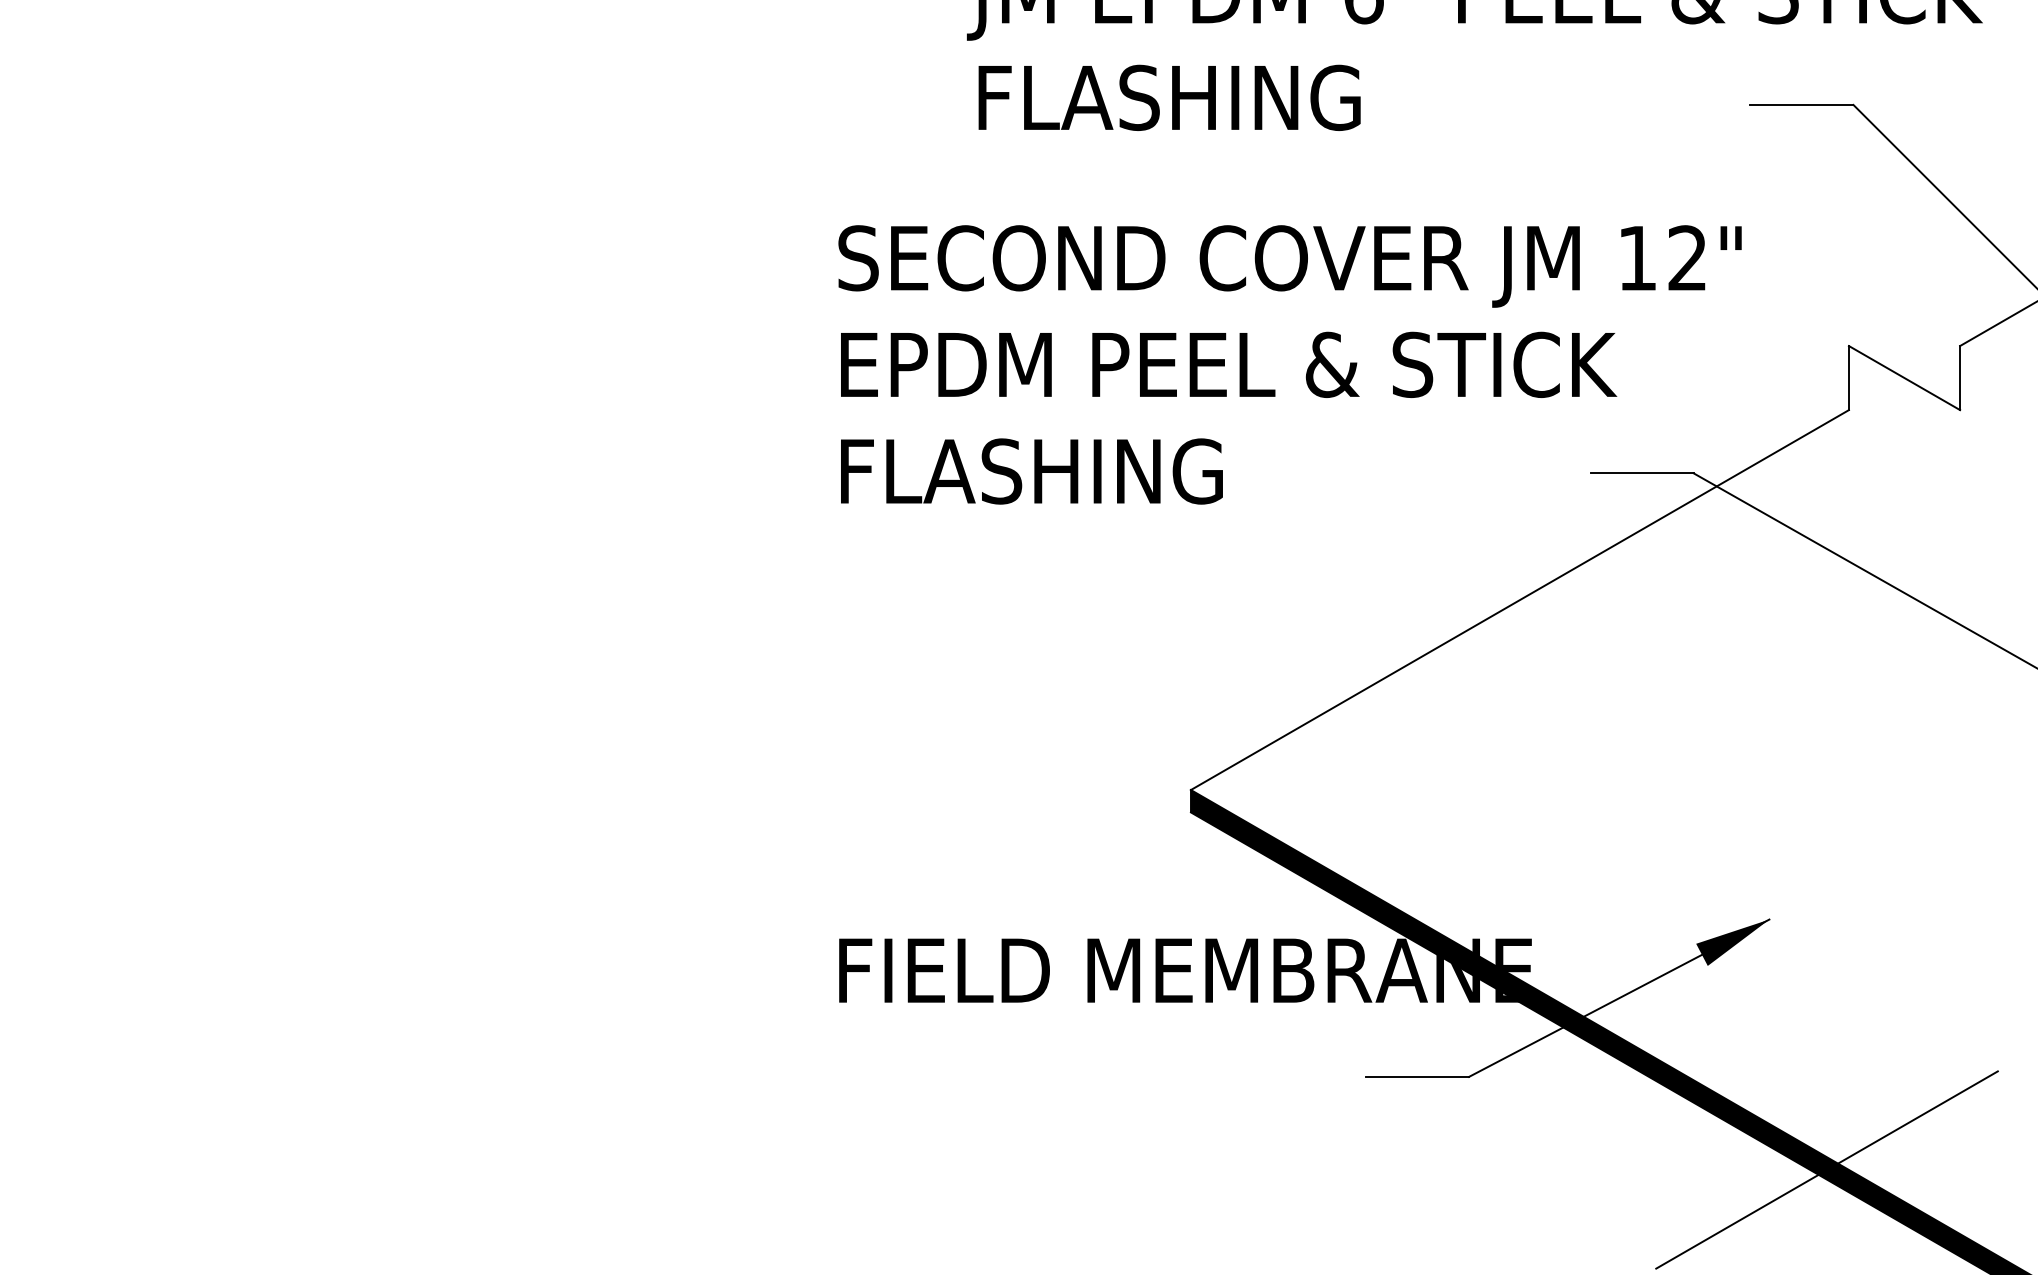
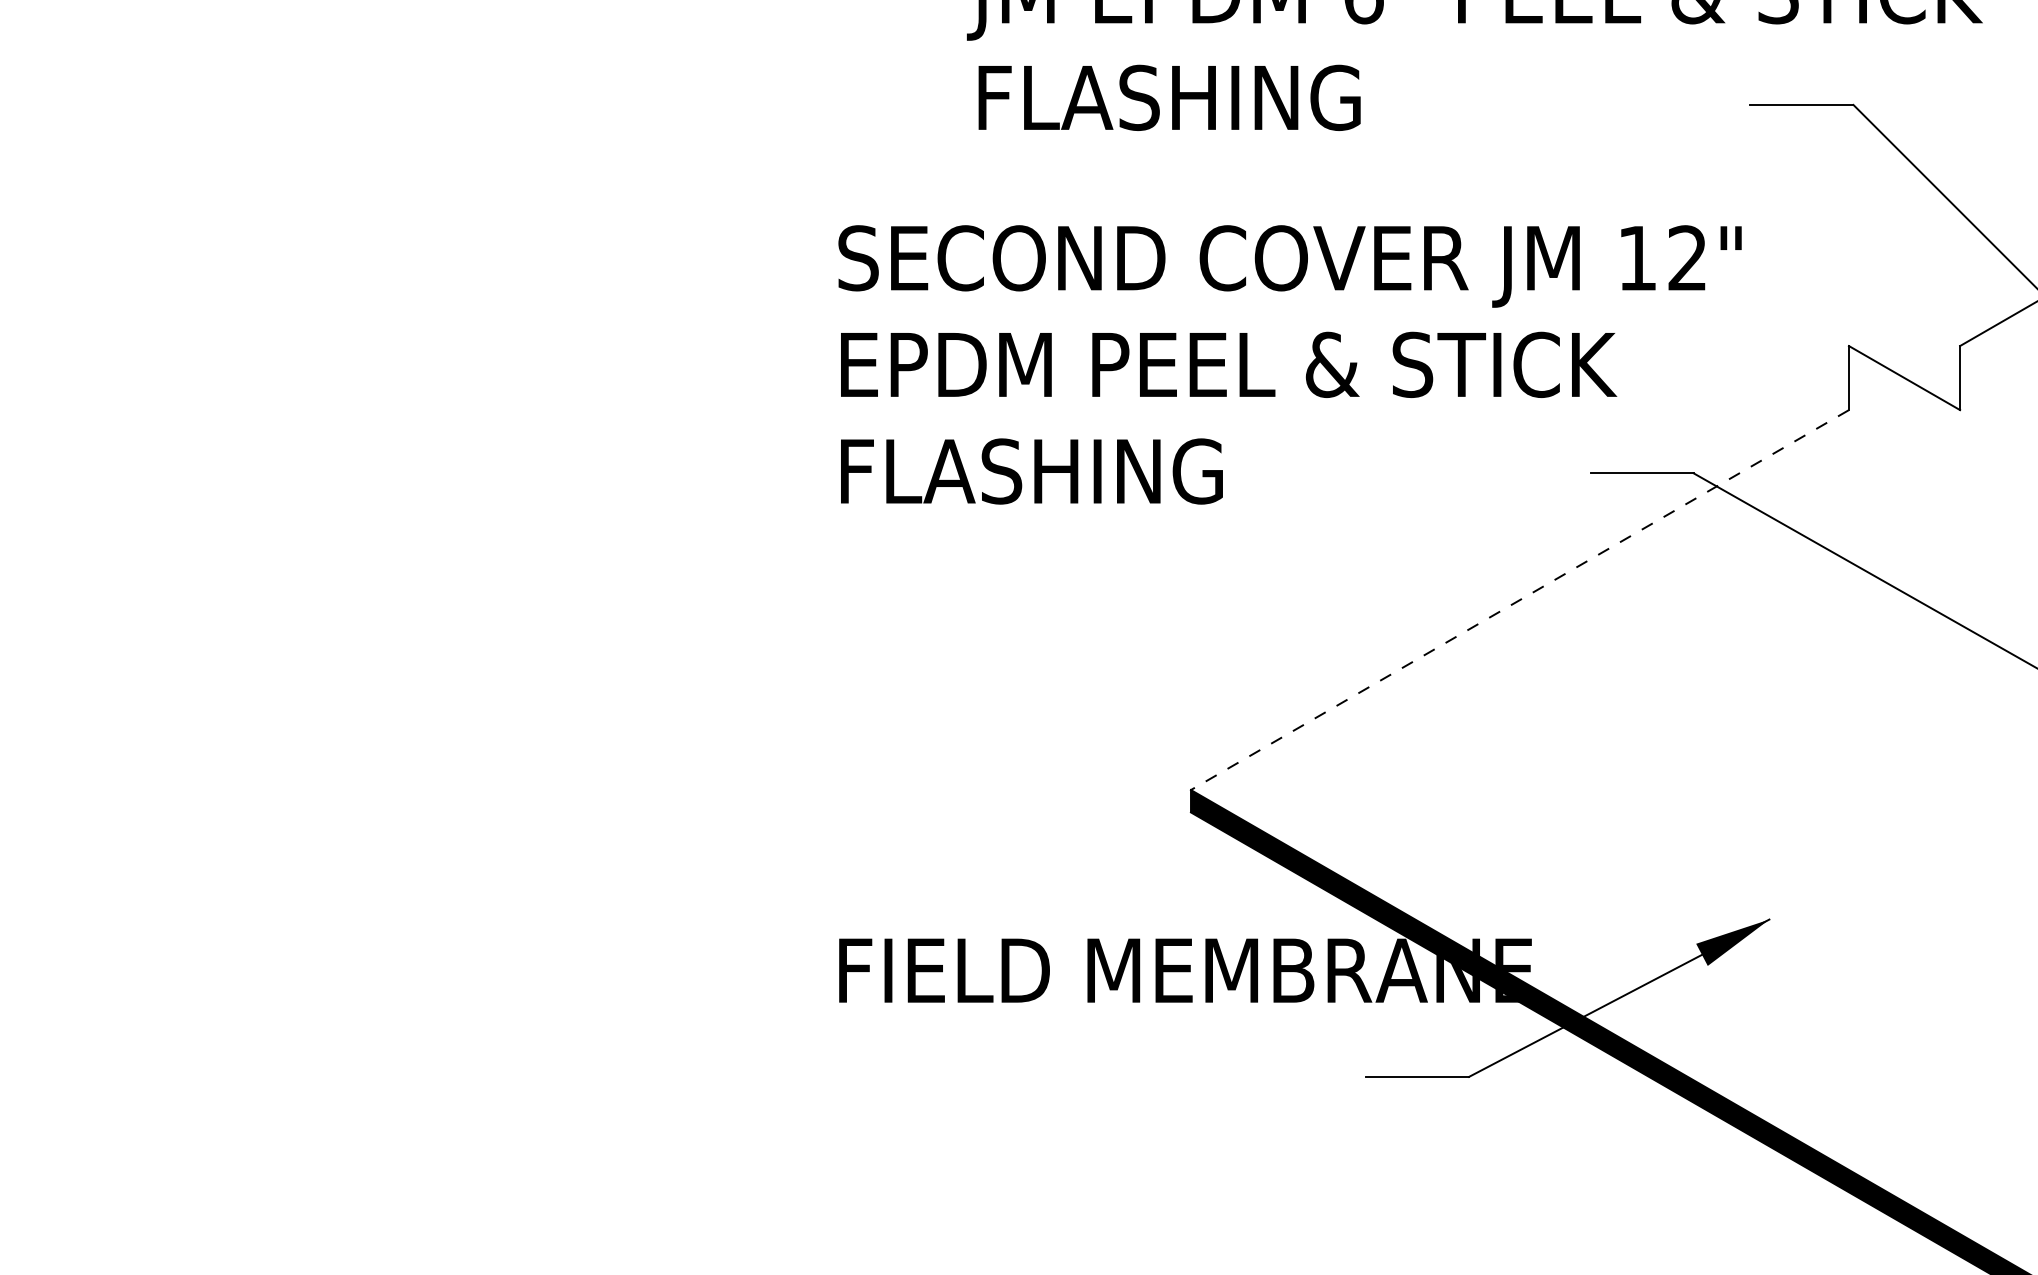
line at (1519, 600): solid -> dashed
line at (1826, 1169): present -> none
